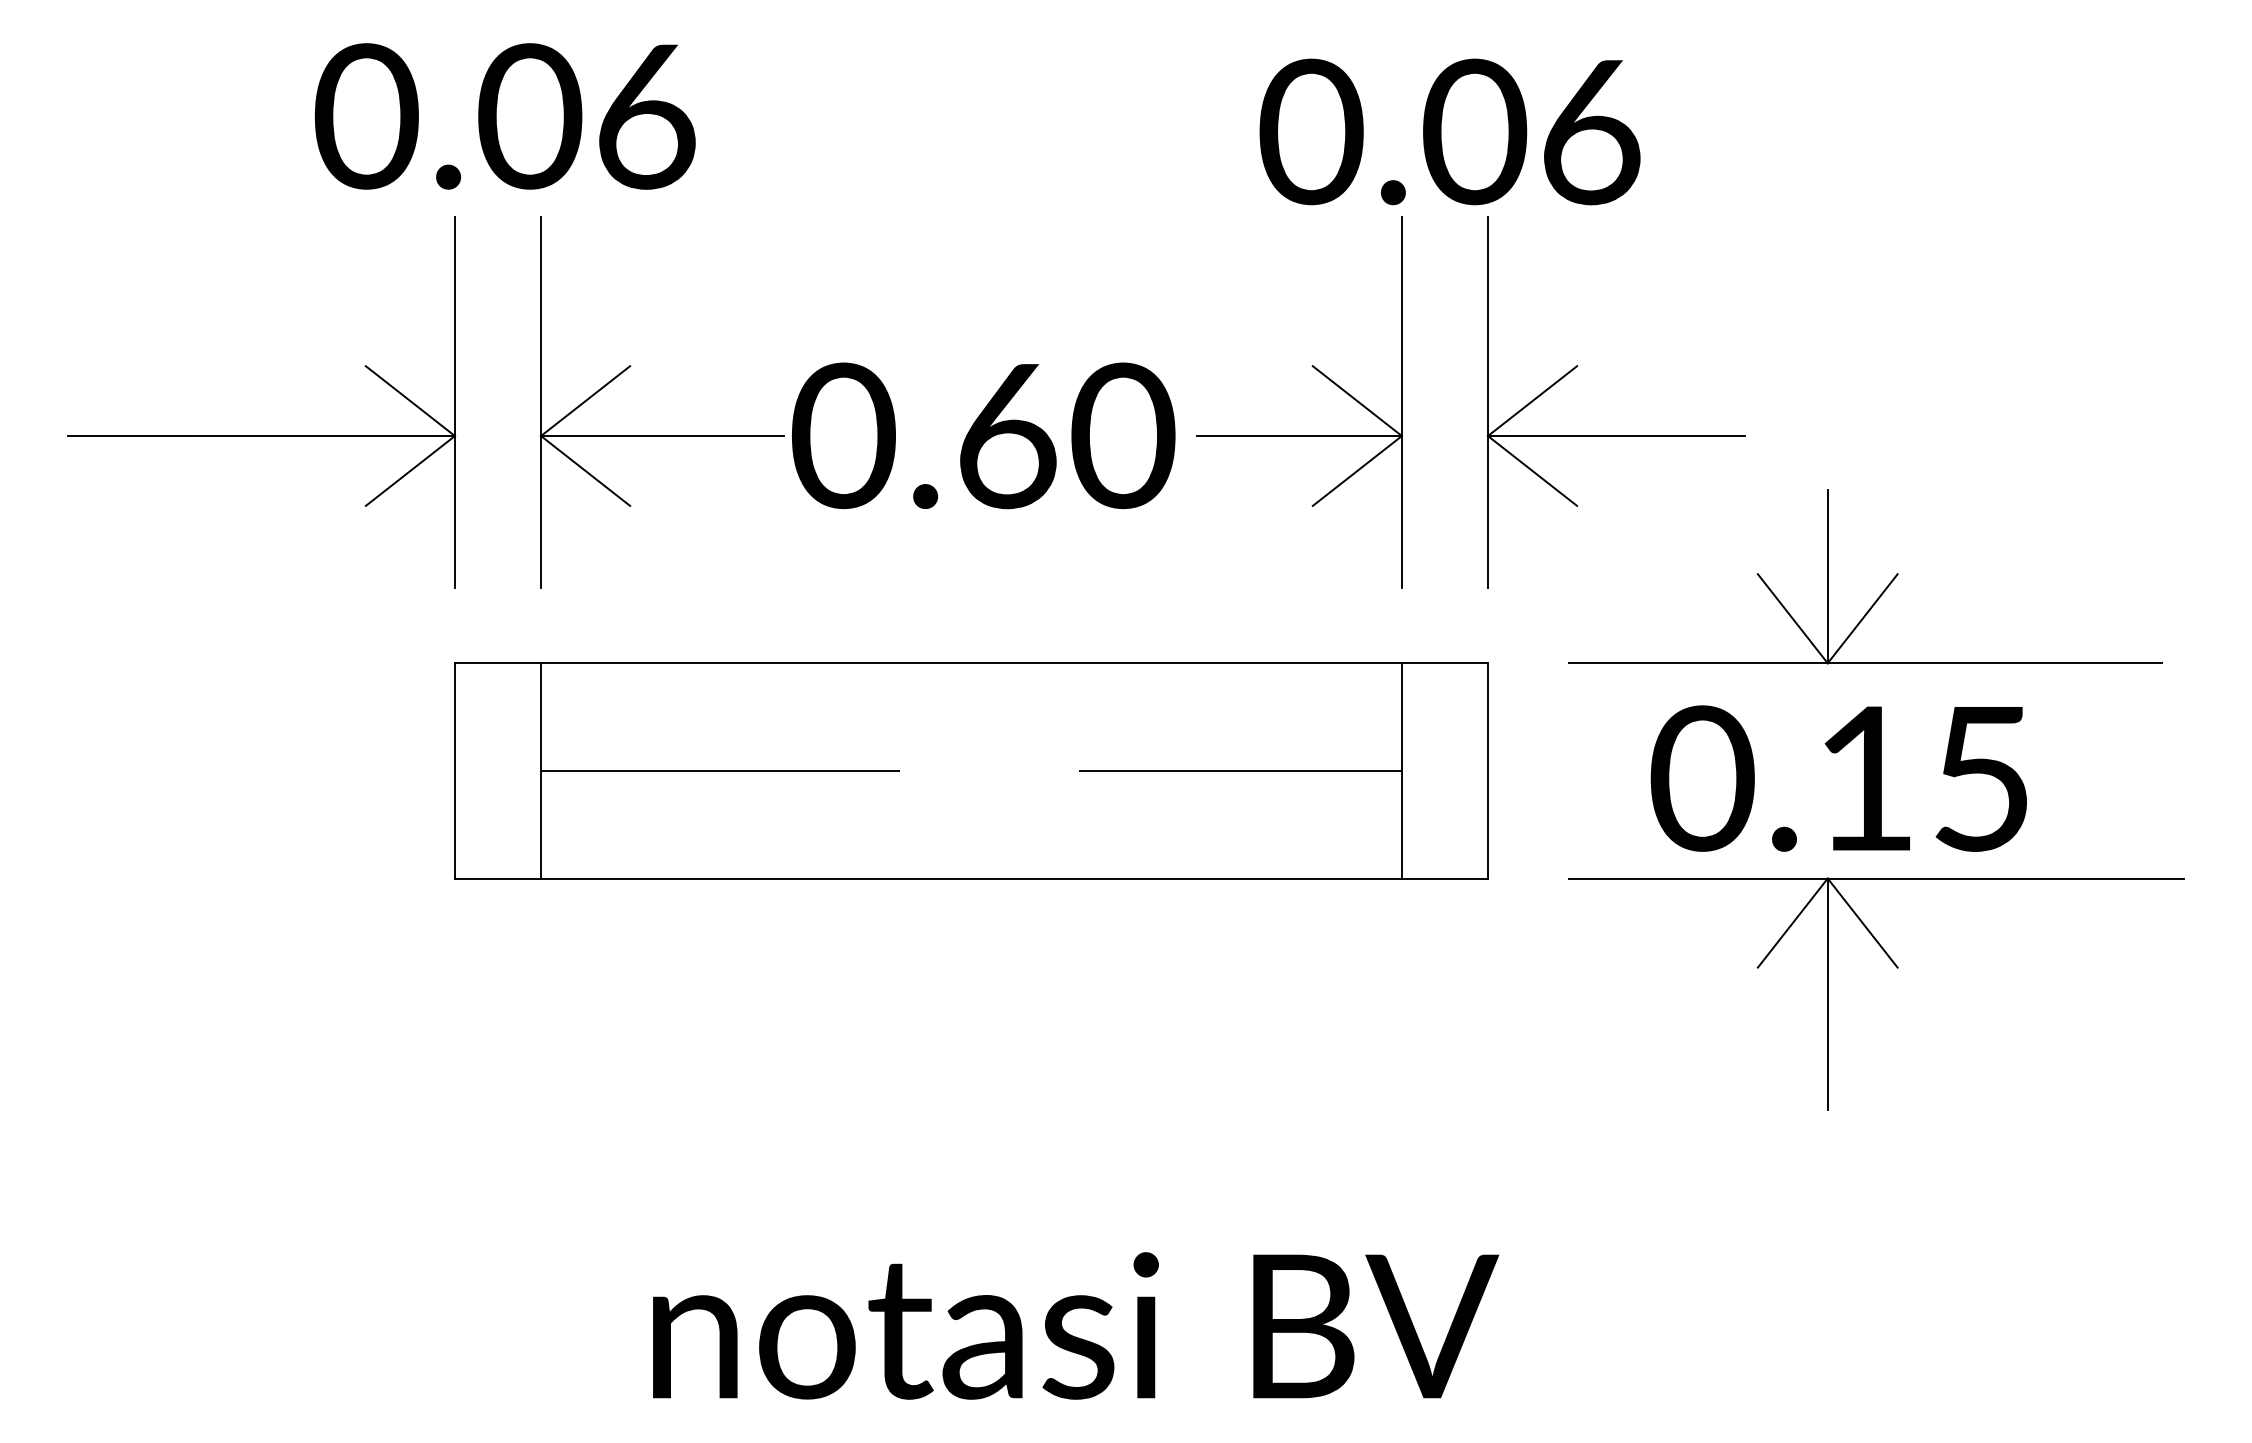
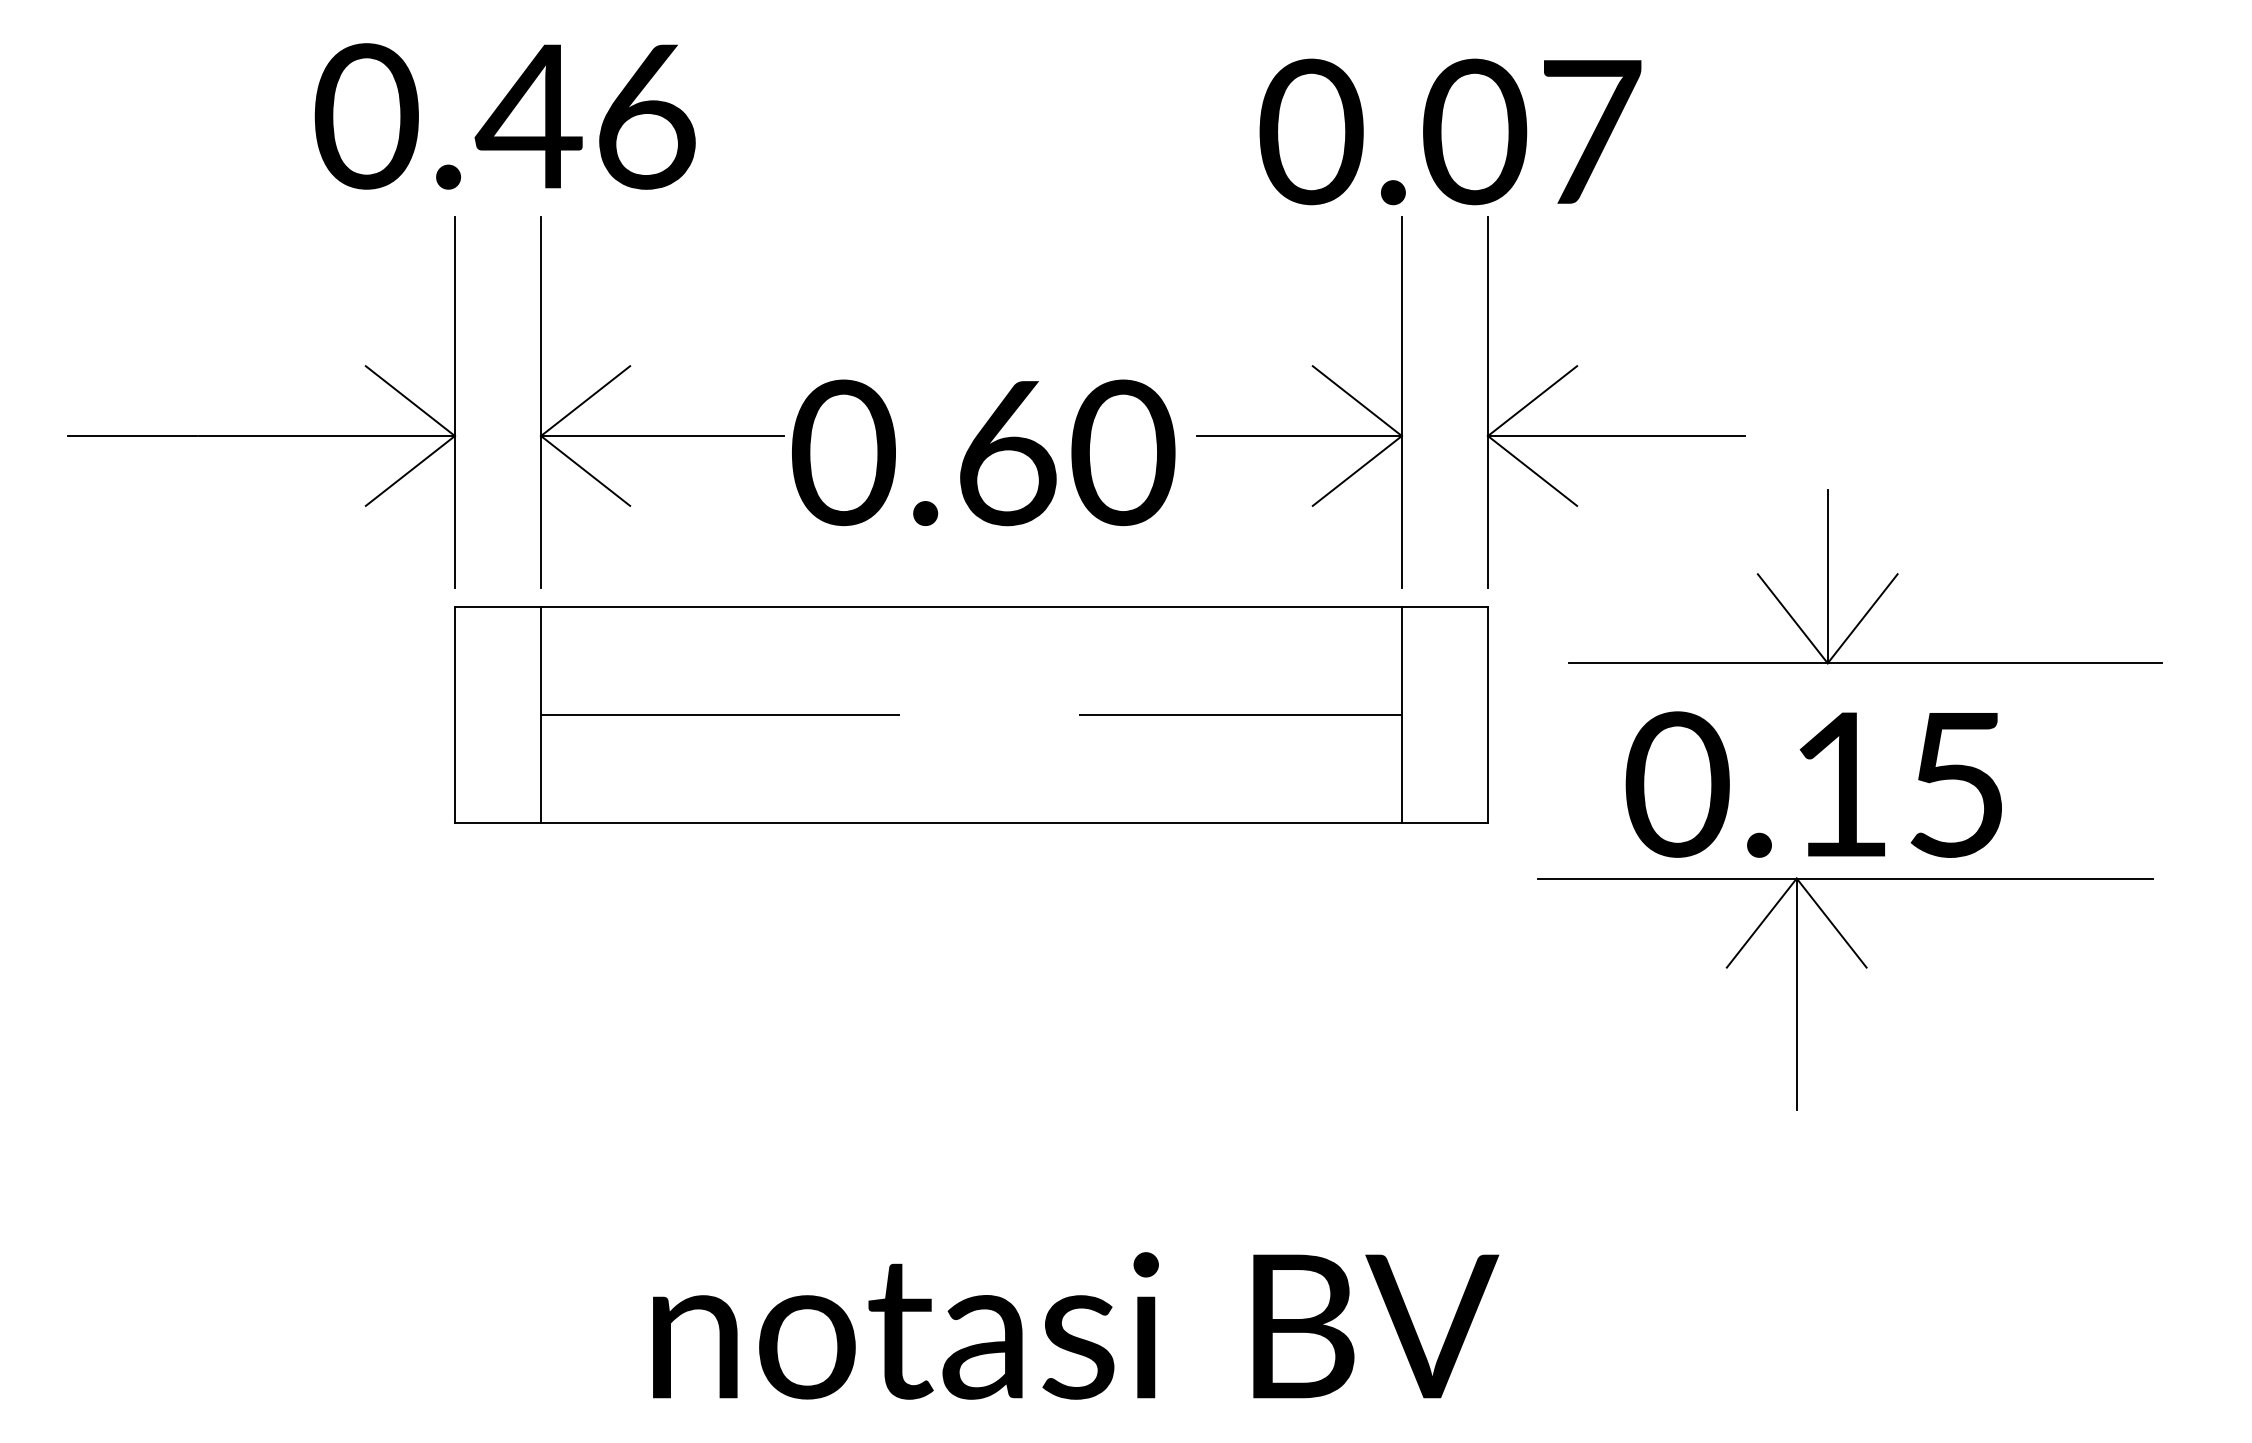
text at (528, 116): 0.06 -> 0.46
text at (1592, 132): 0.06 -> 0.07
text at (983, 435) position: (983, 435) -> (983, 452)
part at (971, 770) position: (971, 770) -> (971, 714)
text at (1838, 778) position: (1838, 778) -> (1813, 784)
part at (1897, 968) position: (1897, 968) -> (1866, 968)
